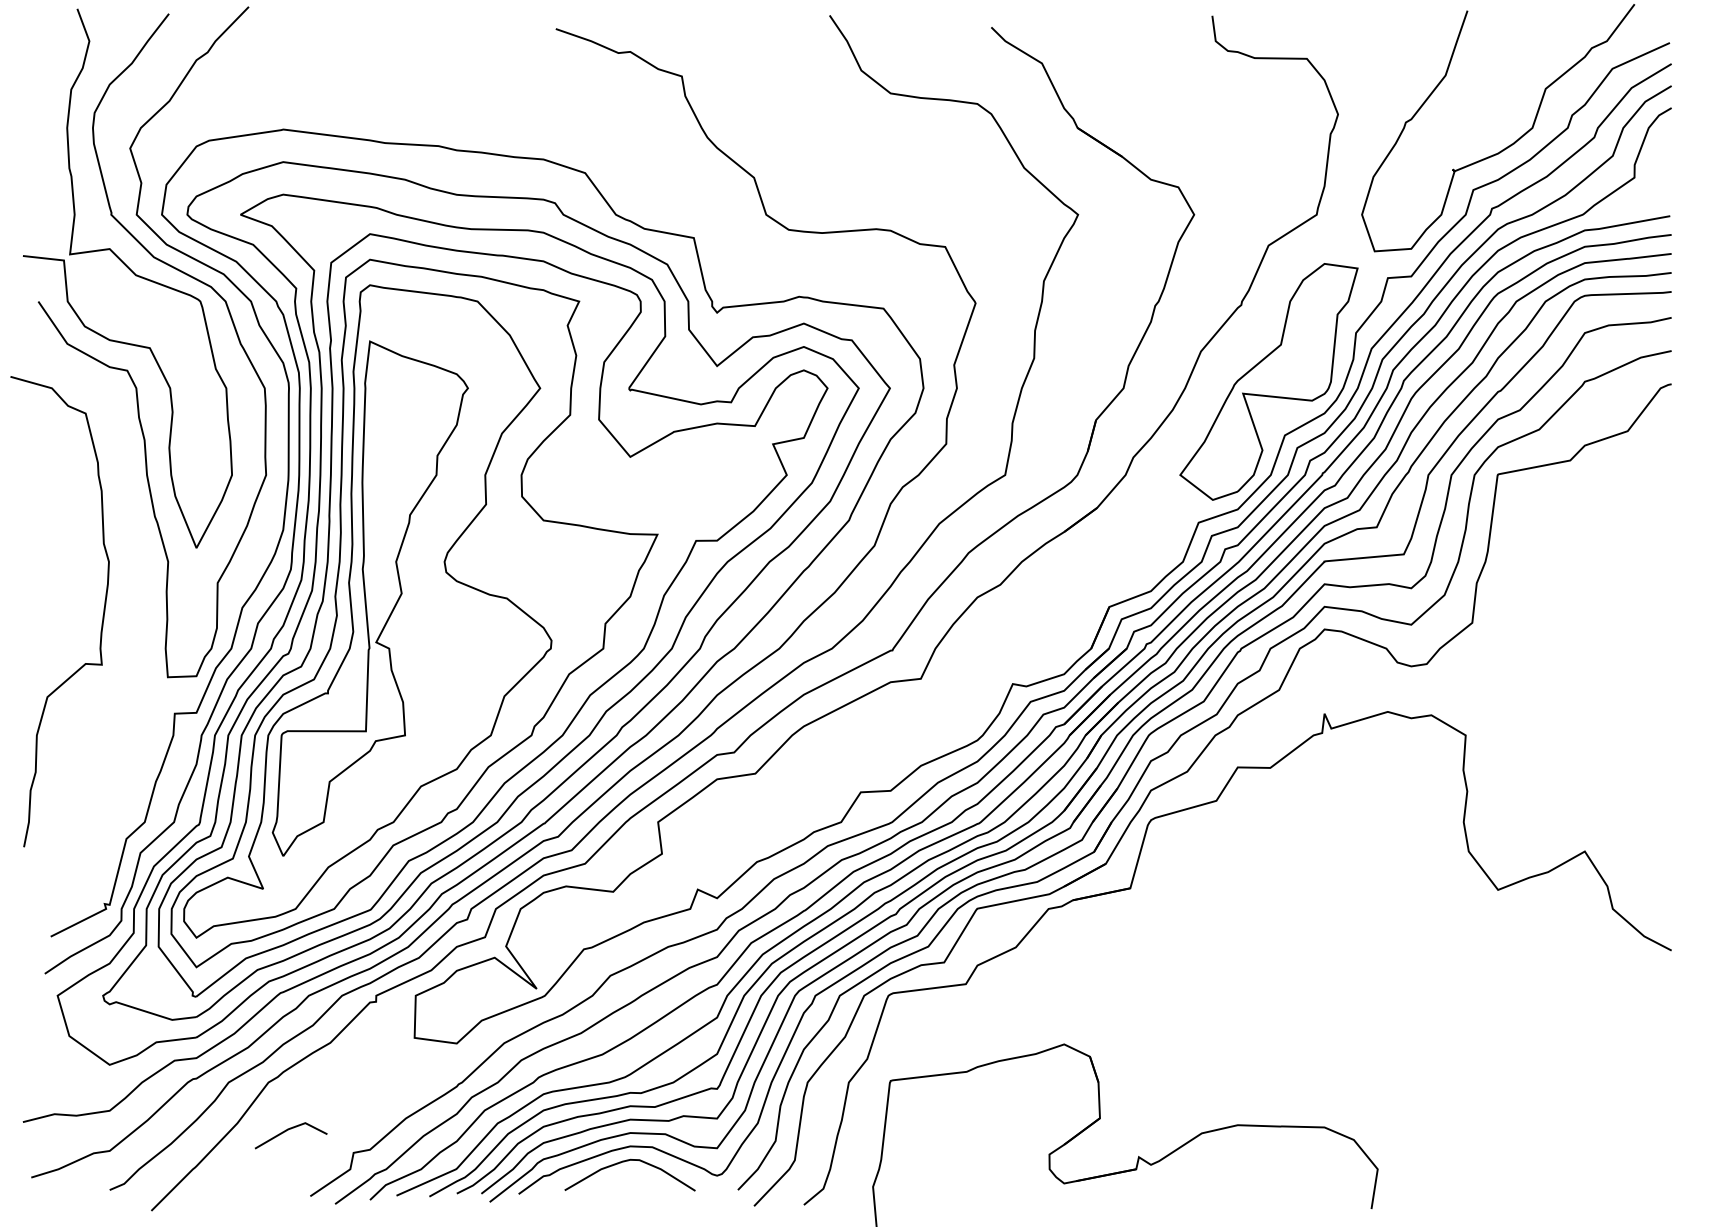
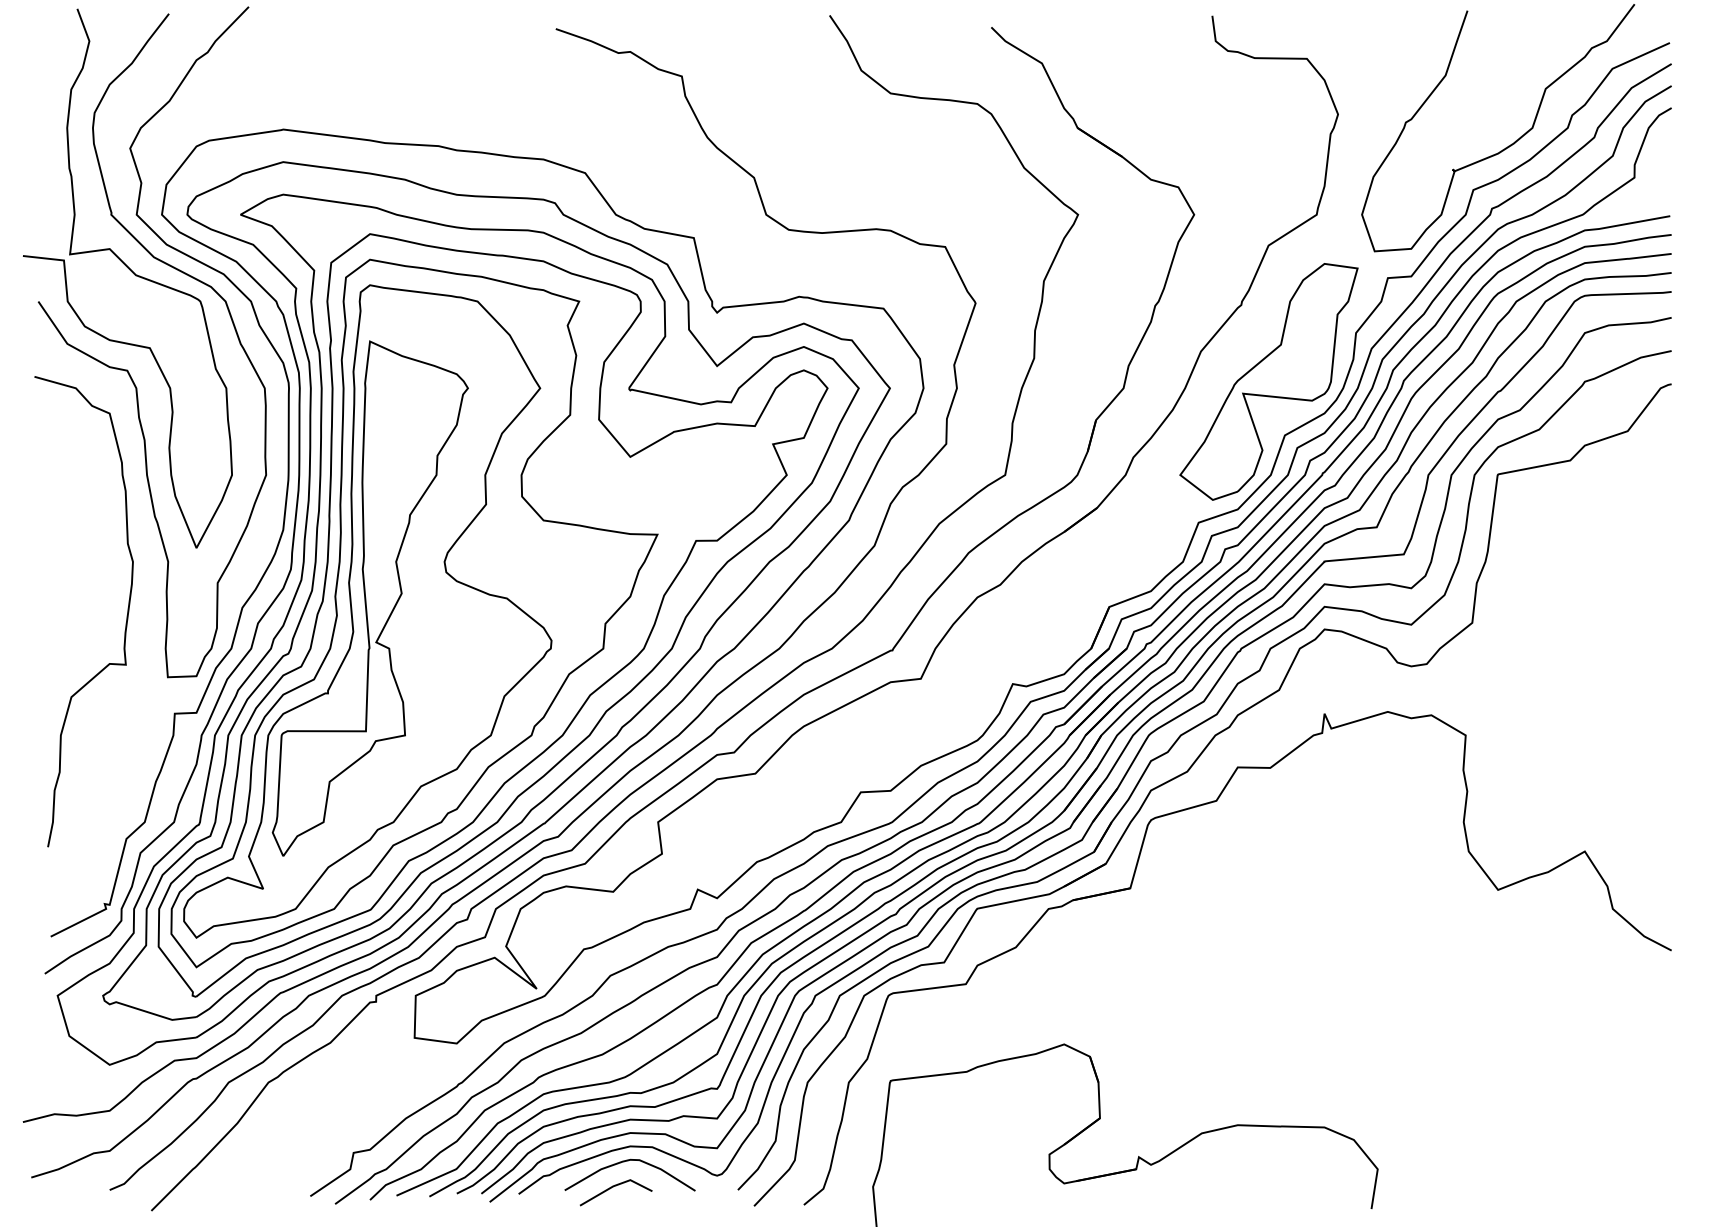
curve at (102, 615) position: (102, 615) -> (126, 615)
line at (288, 1130) position: (288, 1130) -> (613, 1187)
